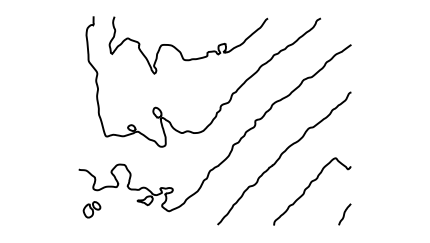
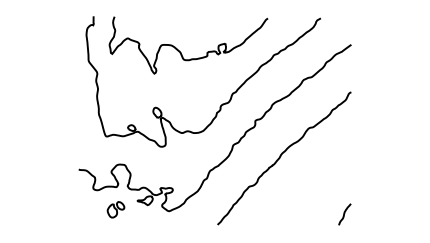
curve at (309, 187): present -> none
part at (91, 209) position: (91, 209) -> (115, 209)
